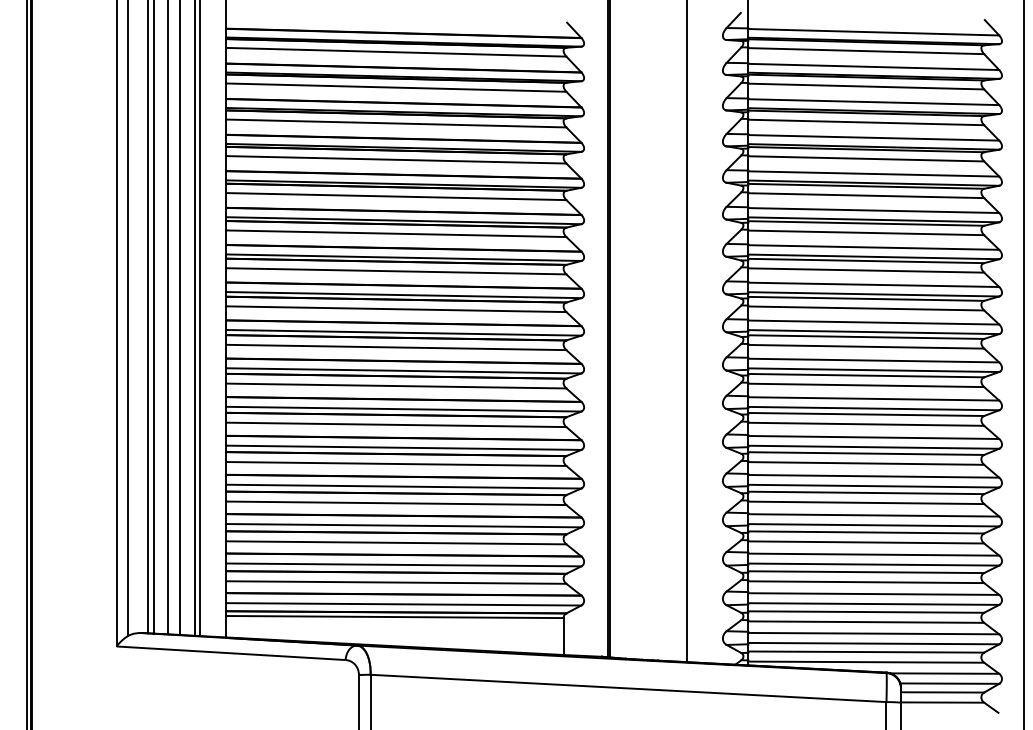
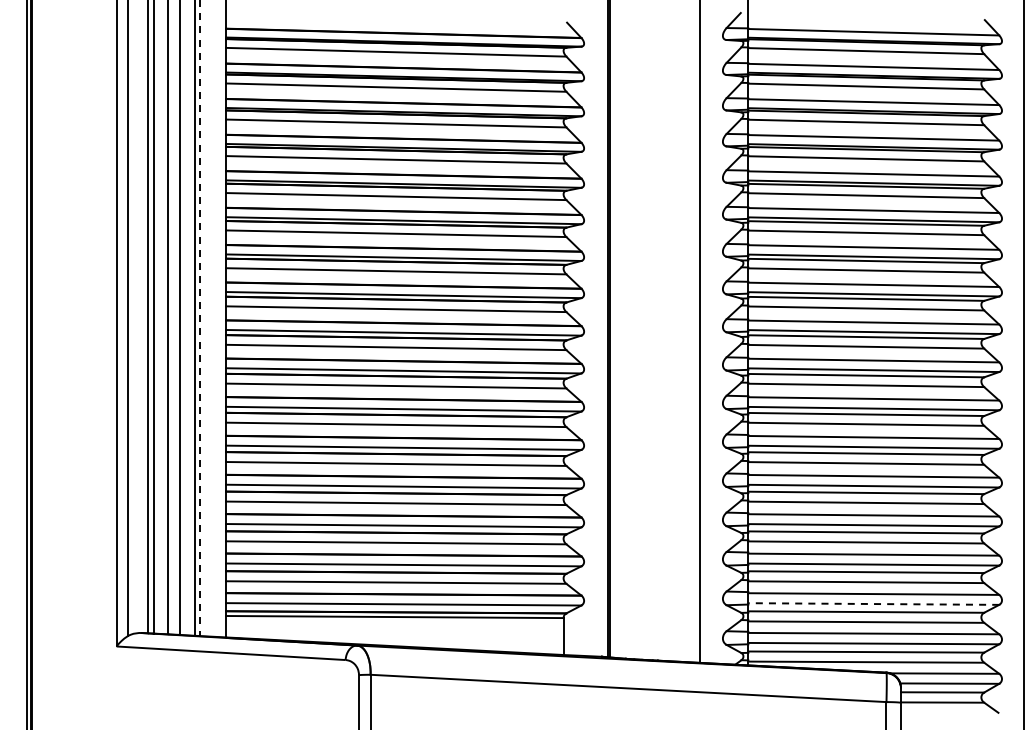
line at (200, 318): solid -> dashed
line at (686, 332) position: (686, 332) -> (699, 332)
line at (873, 604): solid -> dashed
